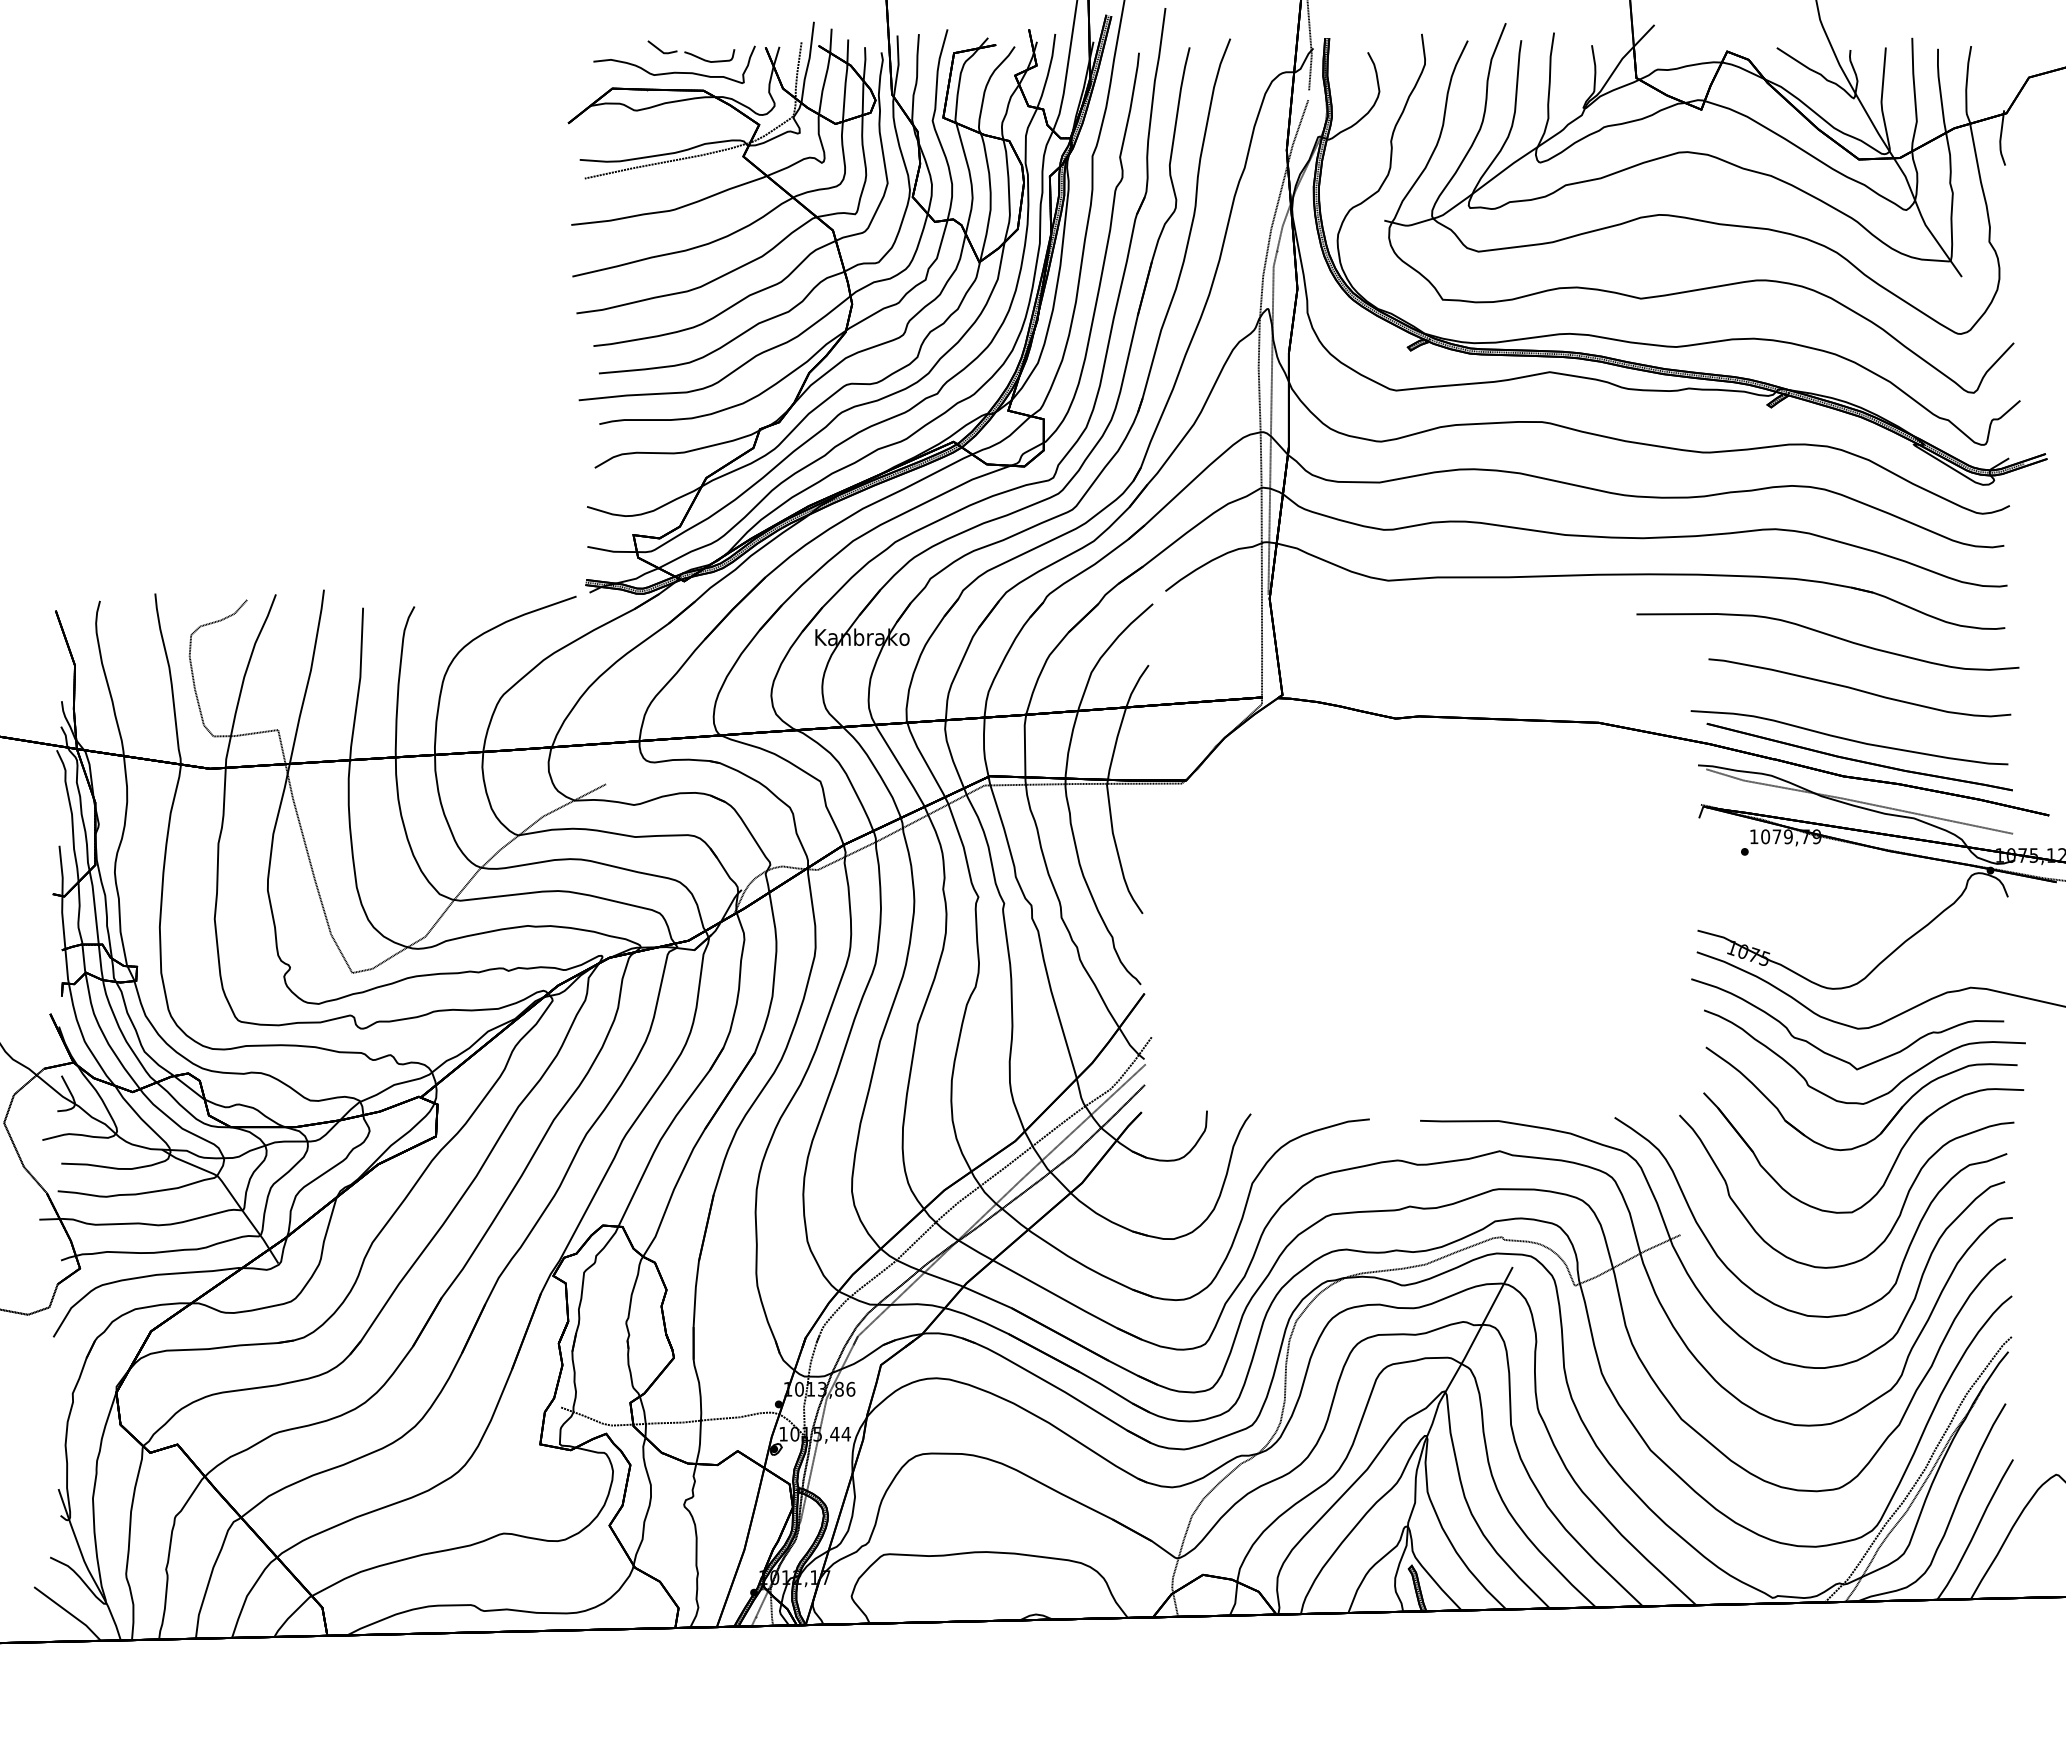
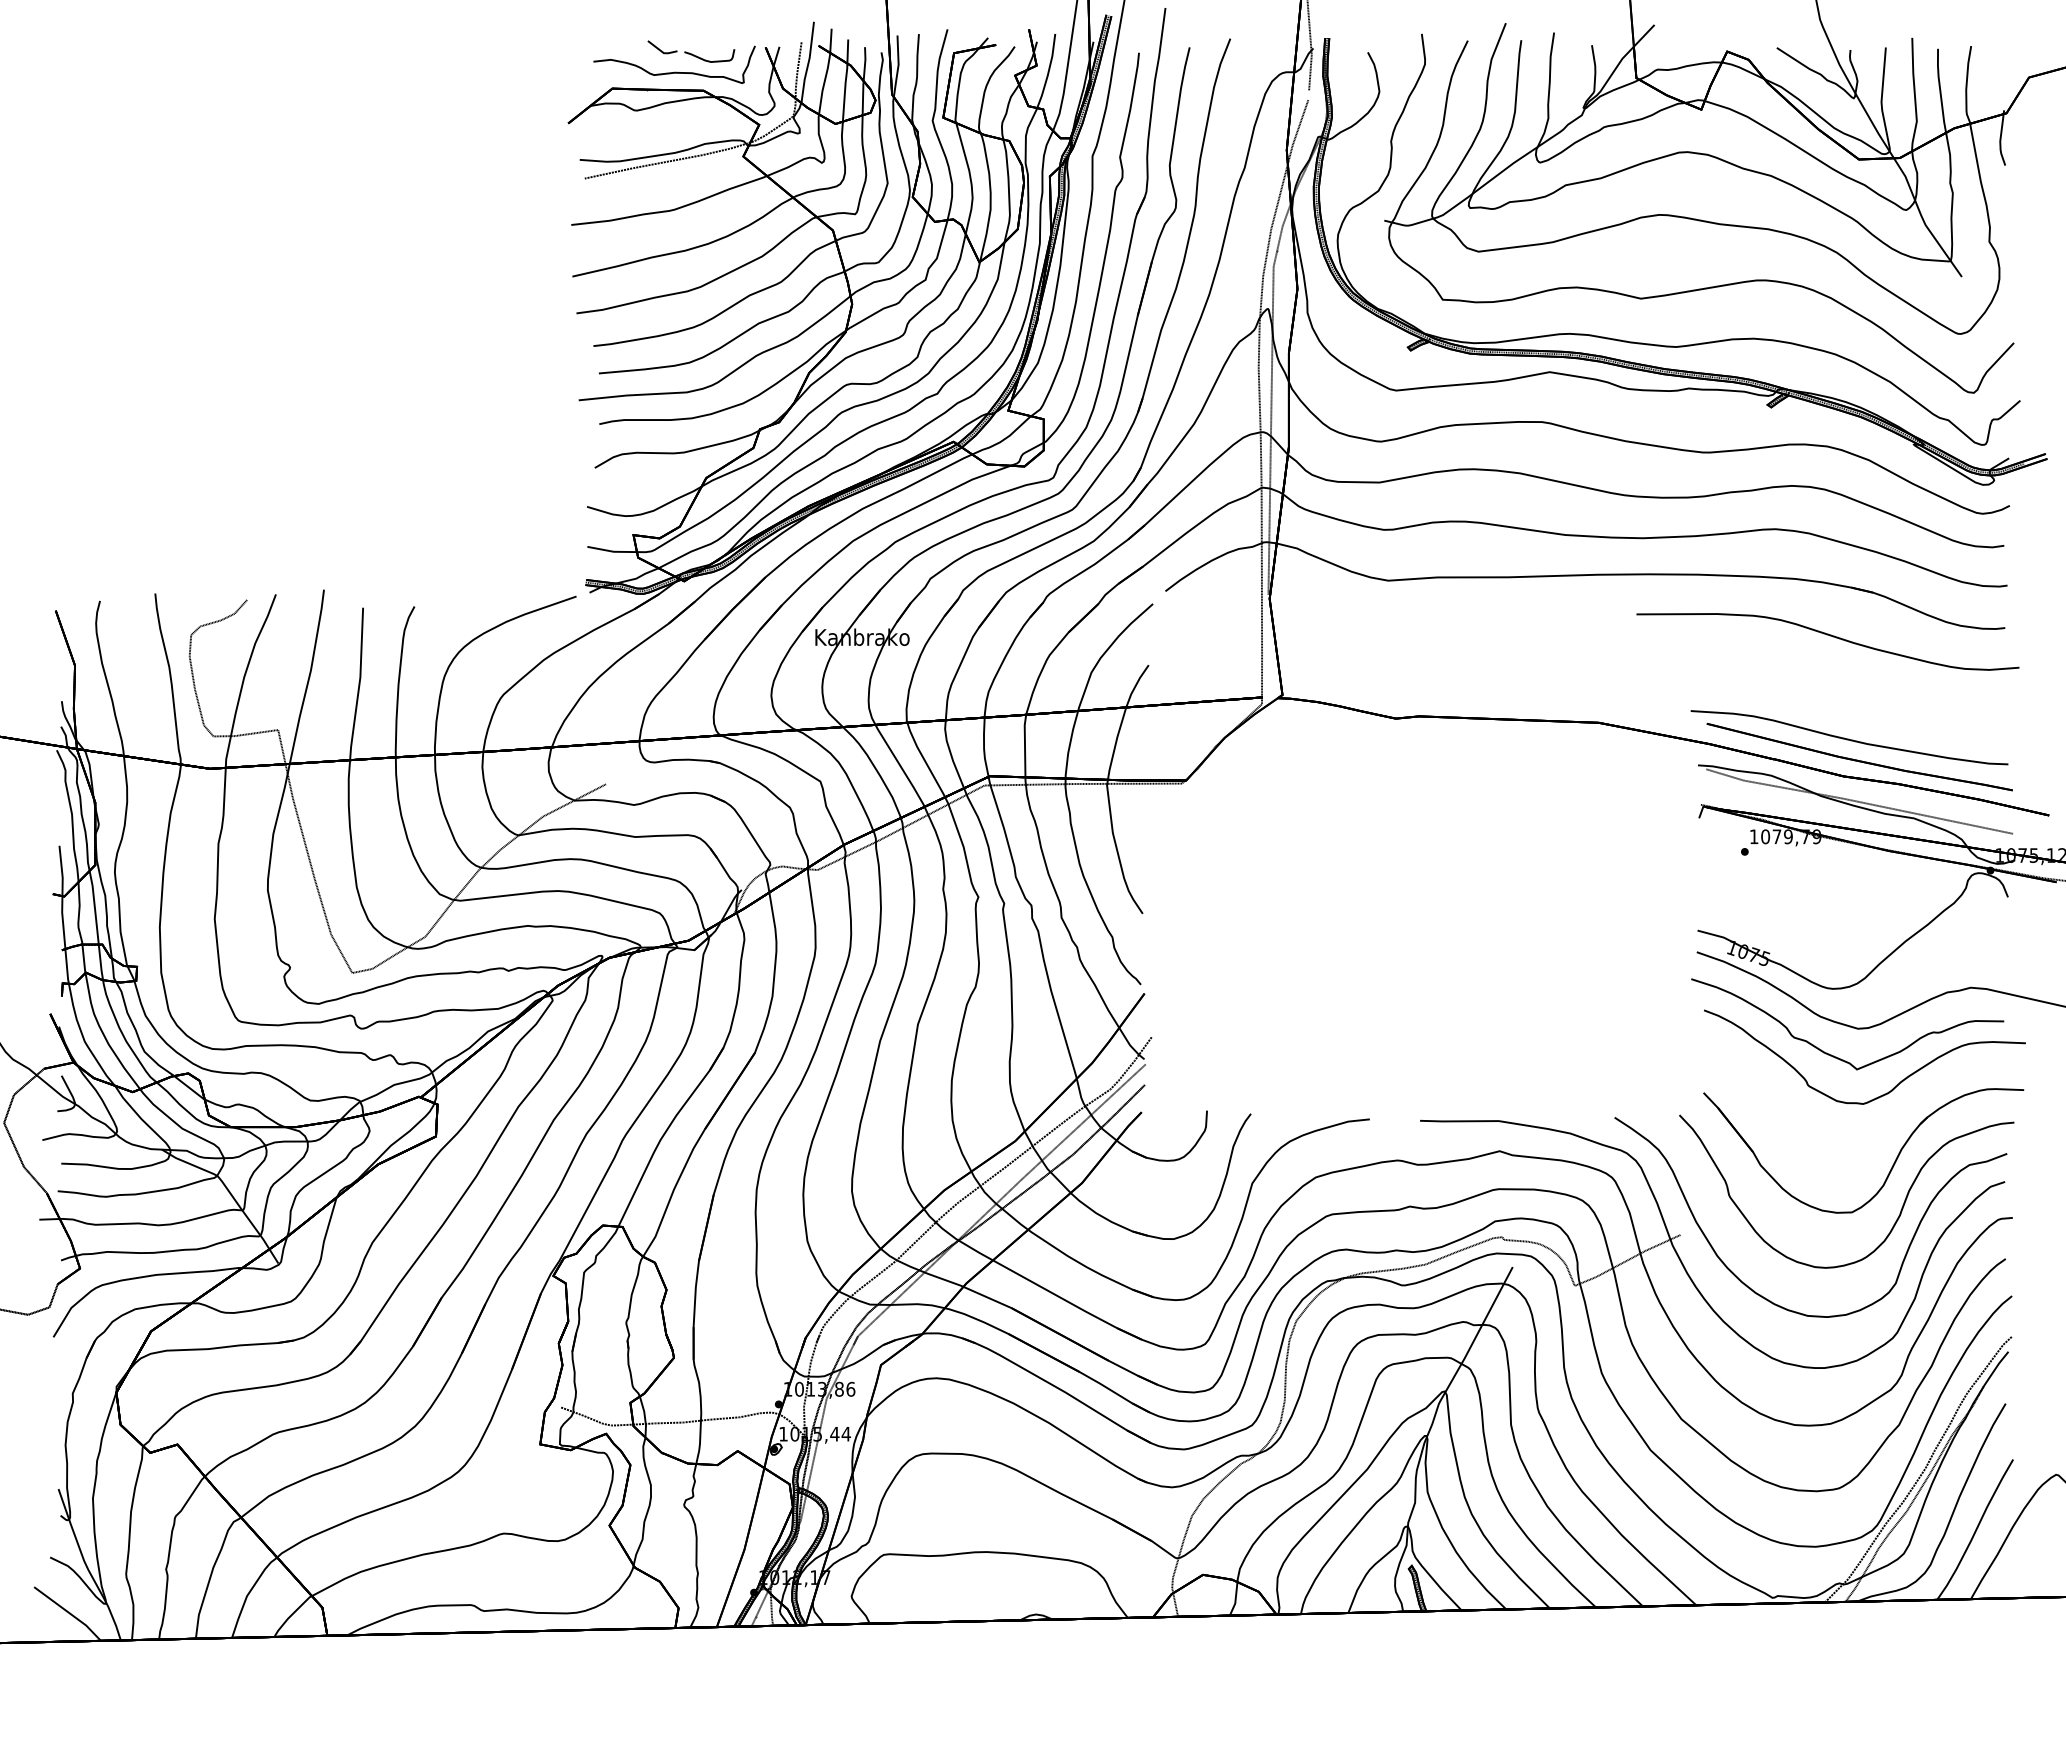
curve at (1859, 689): present -> none
part at (1890, 1119): present -> none
